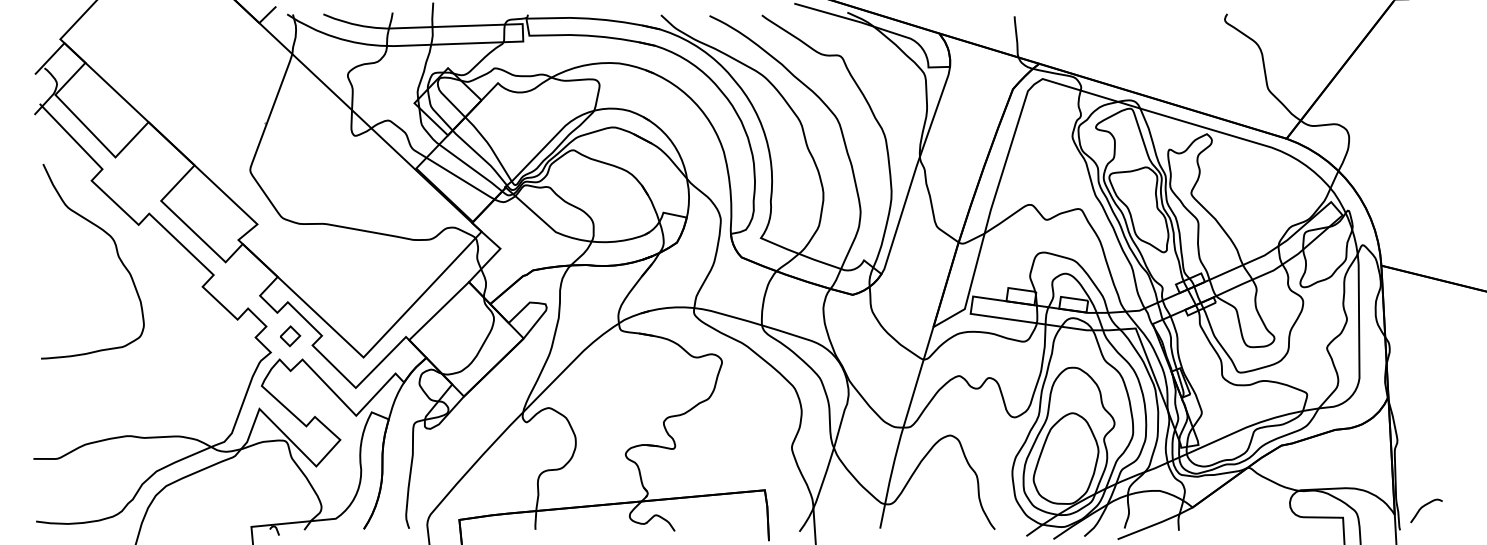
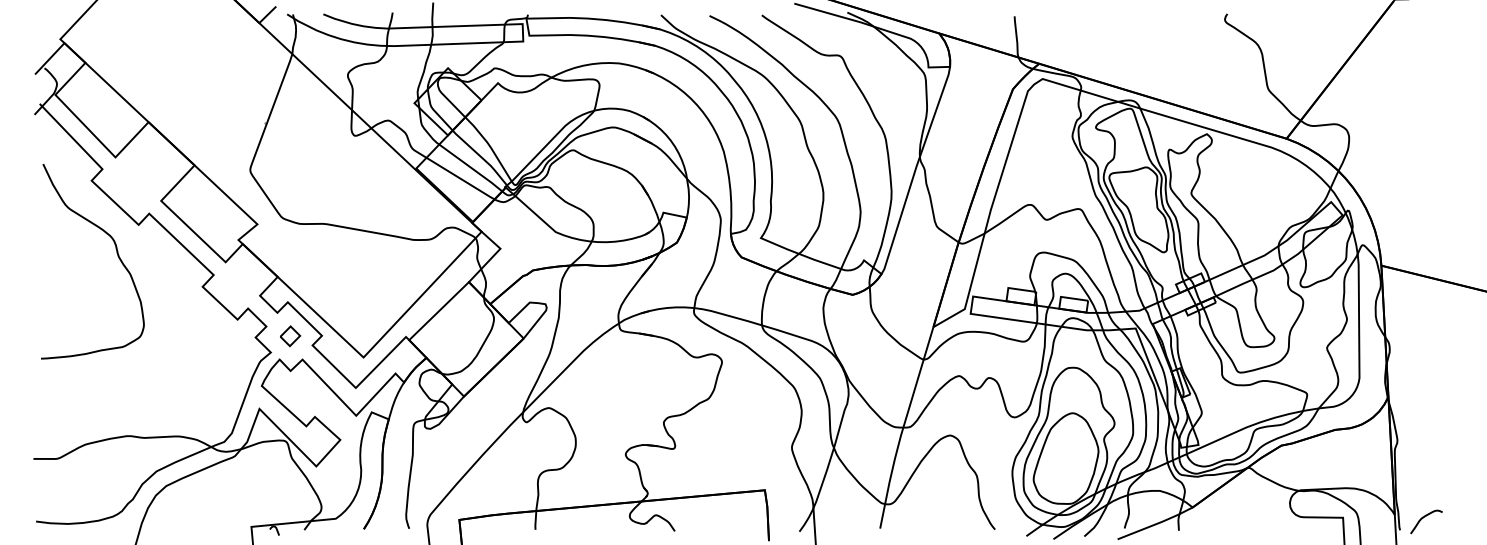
curve at (1425, 506) position: (1425, 506) -> (1425, 517)
